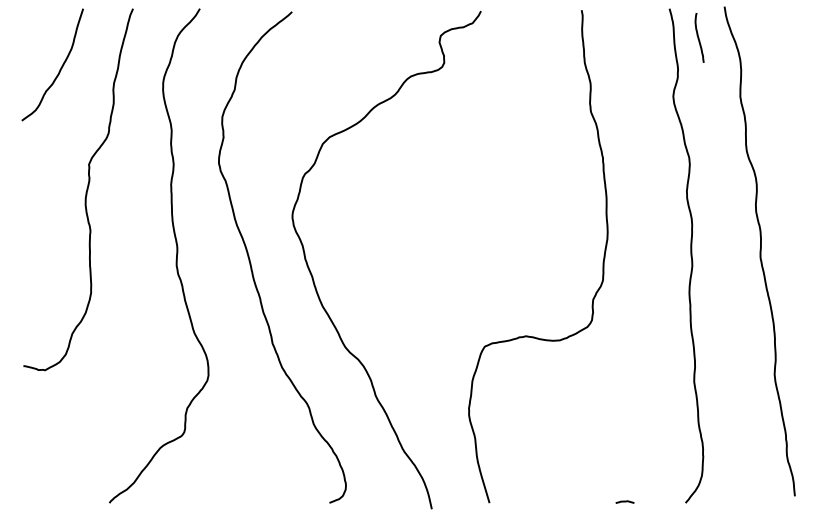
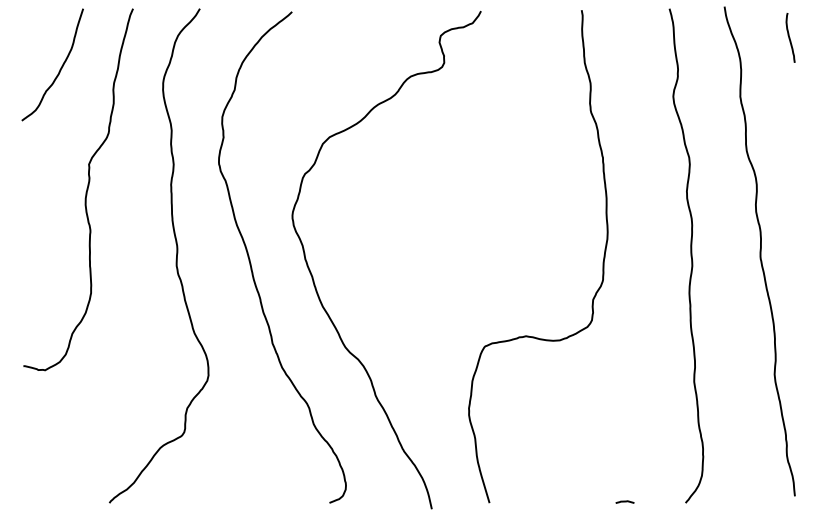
curve at (699, 37) position: (699, 37) -> (790, 37)
